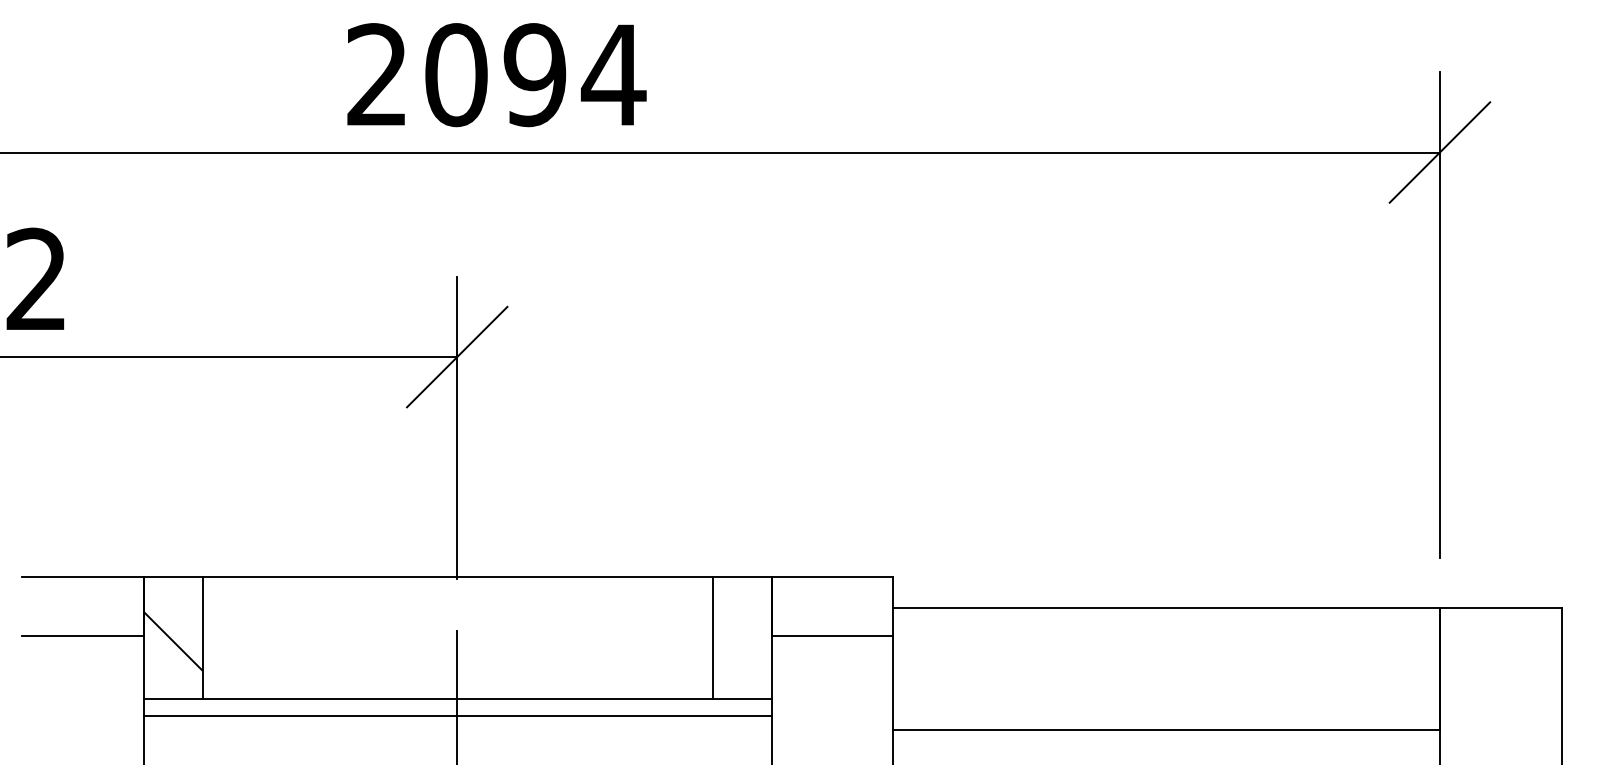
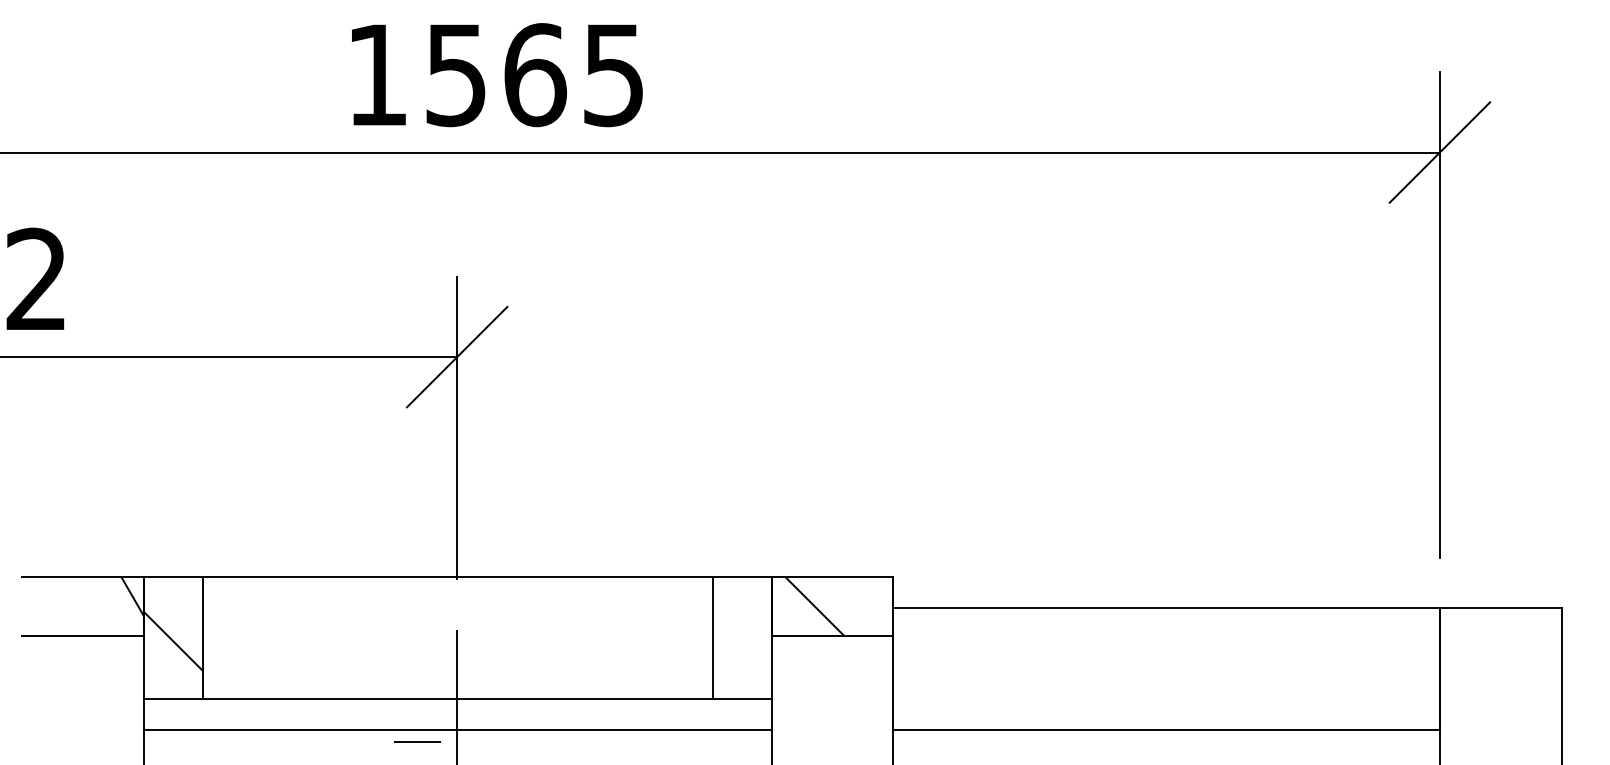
text at (496, 75): 2094 -> 1565
hatch at (132, 596): none -> present
hatch at (814, 605): none -> present
line at (457, 715) position: (457, 715) -> (457, 729)
line at (417, 741): none -> present
